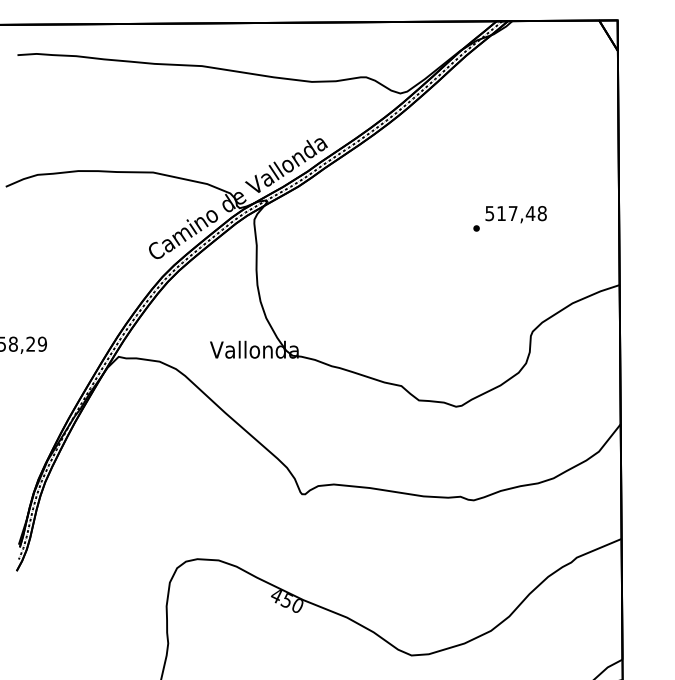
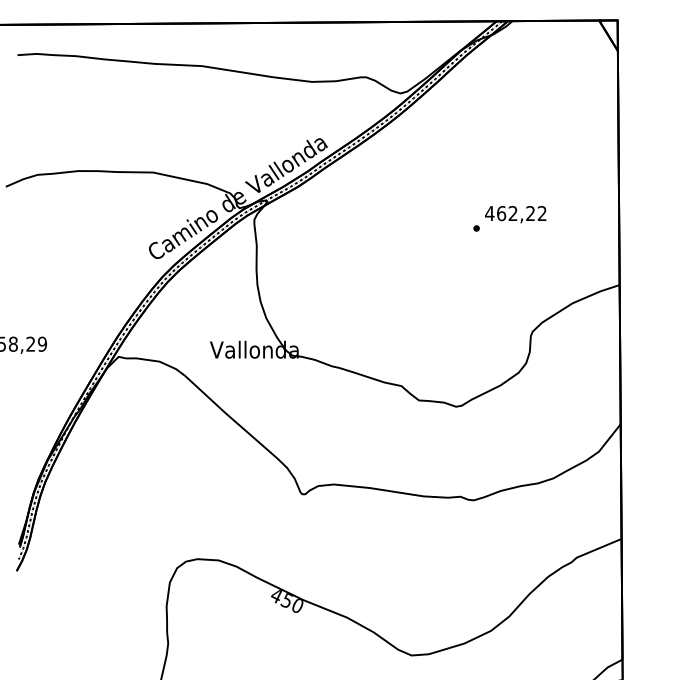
text at (515, 213): 517,48 -> 462,22
